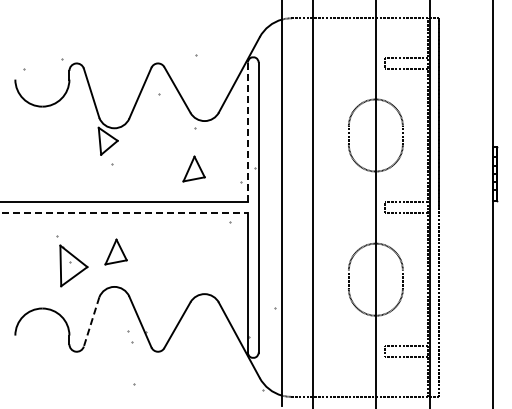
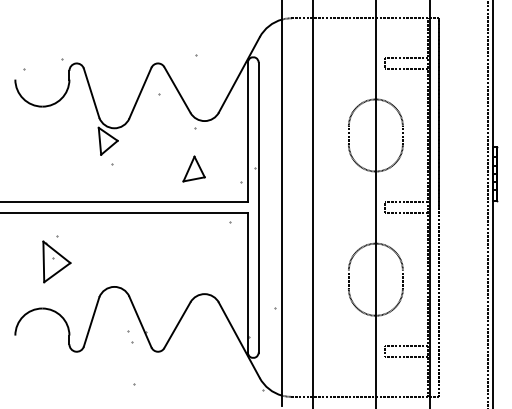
line at (247, 132): dashed -> solid
line at (487, 203): none -> present
line at (124, 213): dashed -> solid
part at (115, 251): present -> none
part at (73, 265) position: (73, 265) -> (56, 261)
line at (91, 321): dashed -> solid
